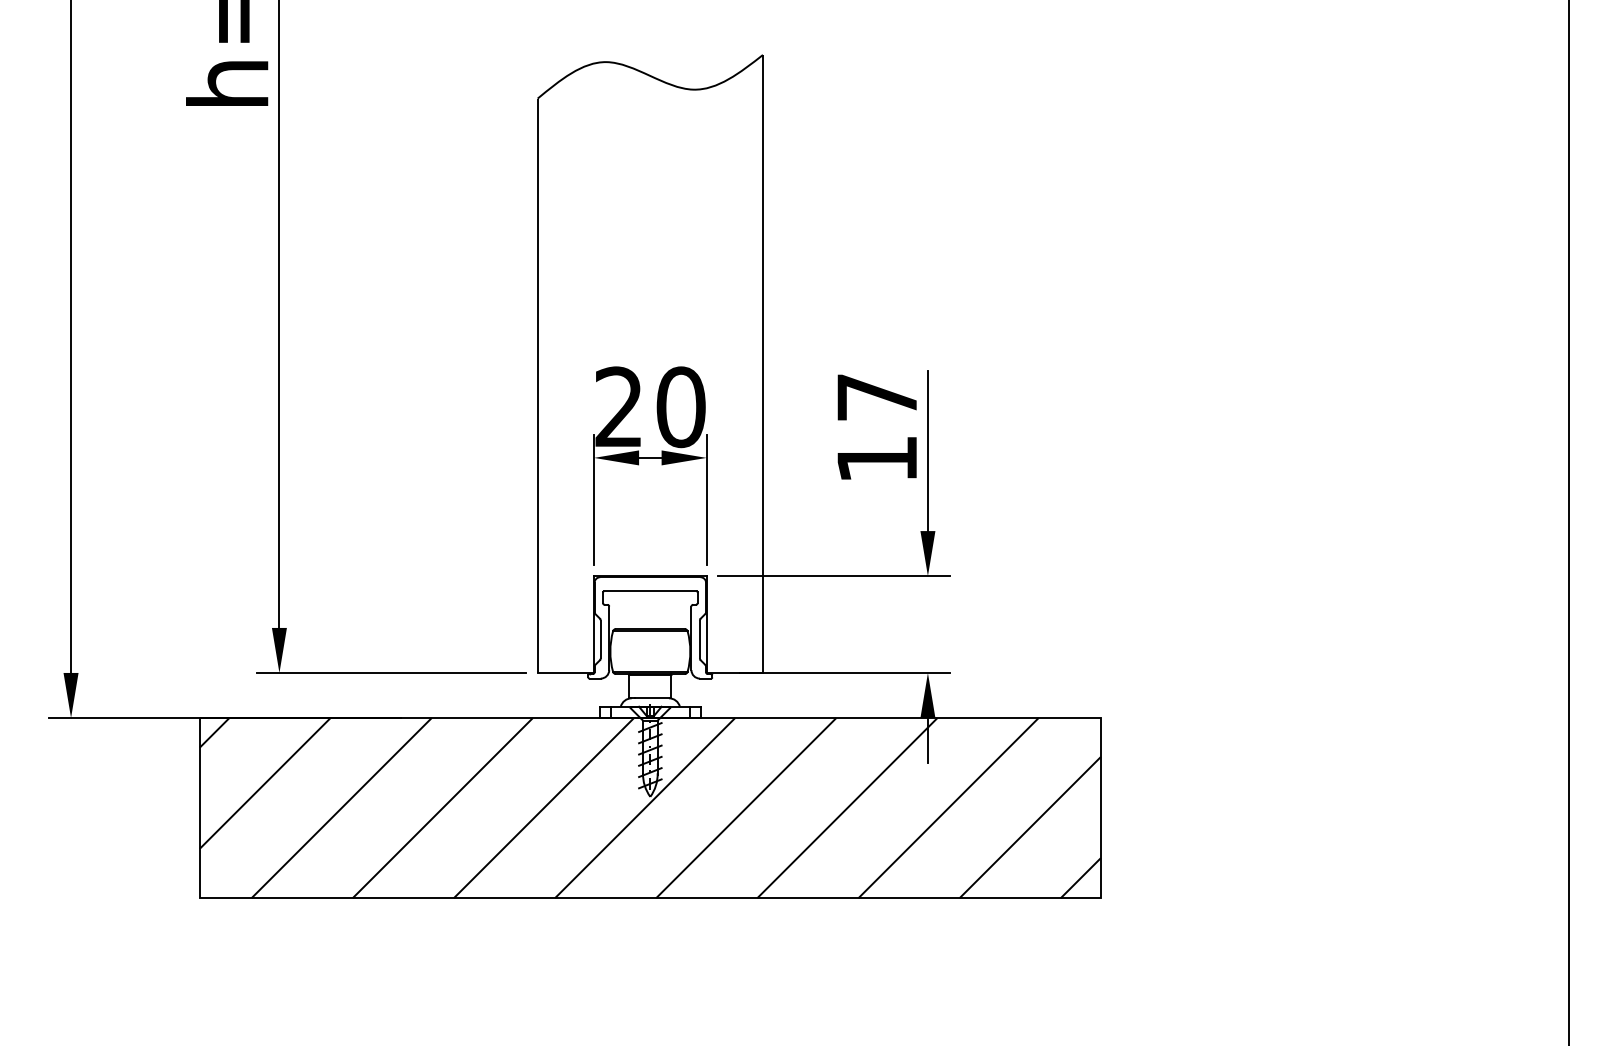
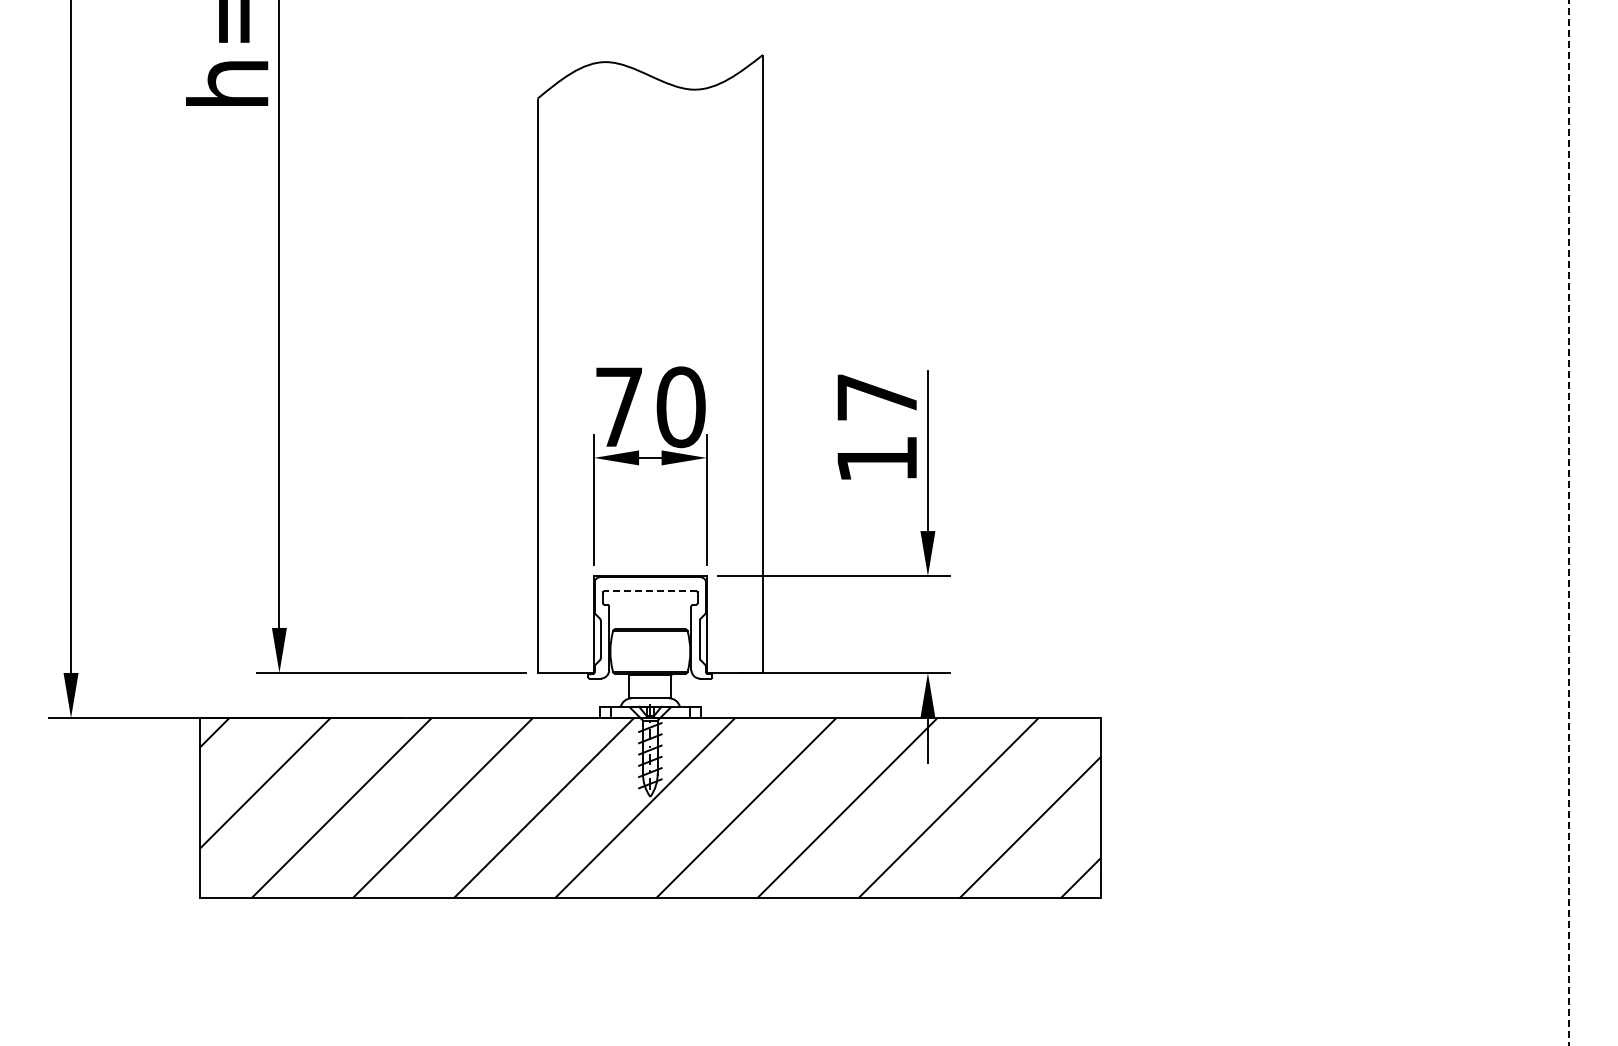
text at (618, 406): 20 -> 70
line at (1569, 522): solid -> dashed
line at (649, 591): solid -> dashed
